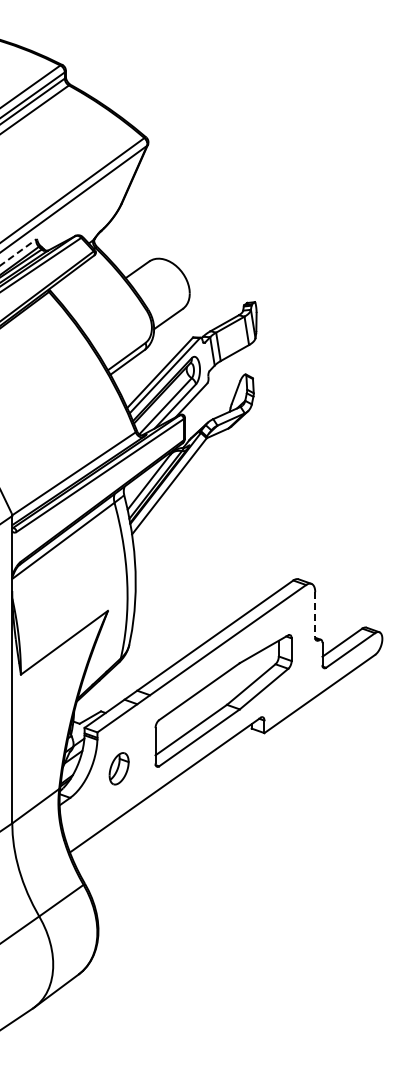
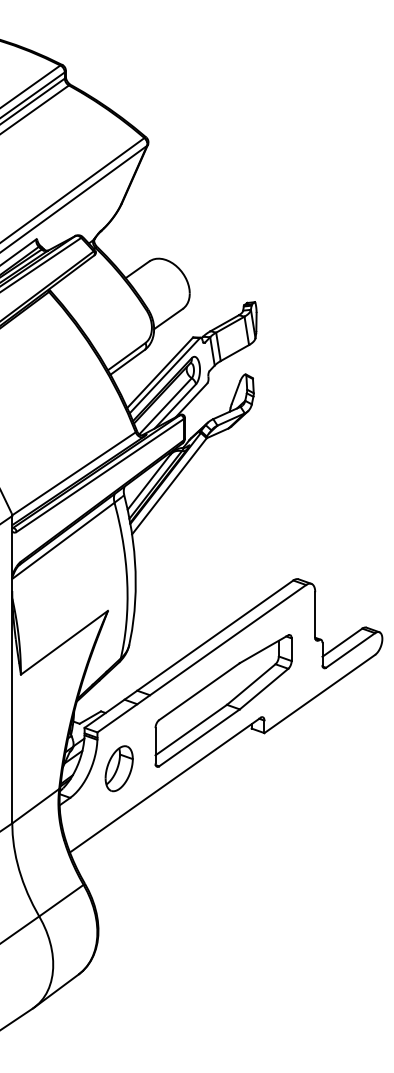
line at (18, 252): dashed -> solid
line at (315, 614): dashed -> solid
part at (118, 768) size: 22x34 px -> 30x48 px
